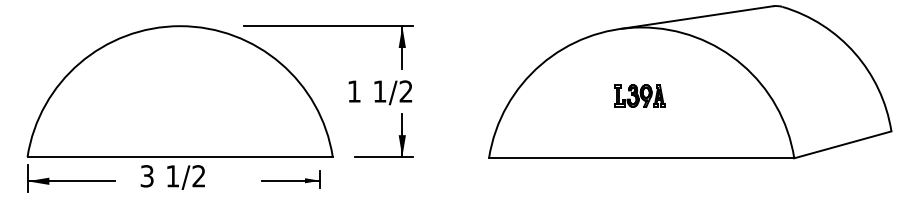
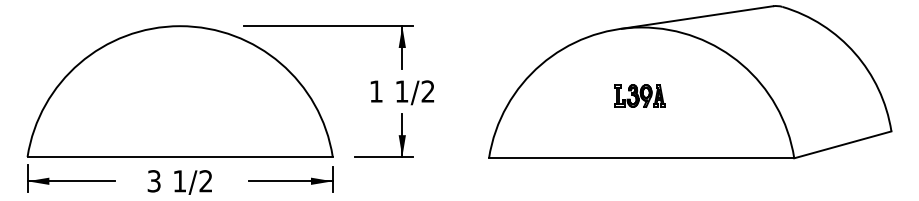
text at (379, 92) position: (379, 92) -> (401, 92)
text at (172, 177) position: (172, 177) -> (179, 182)
part at (290, 179) size: 60x19 px -> 86x27 px
